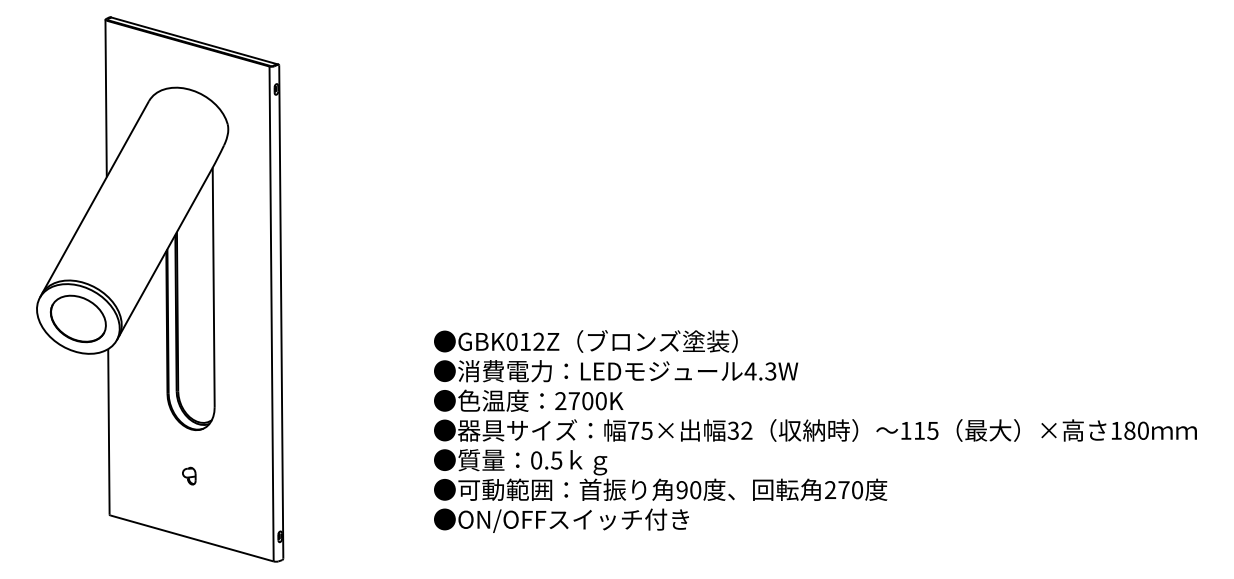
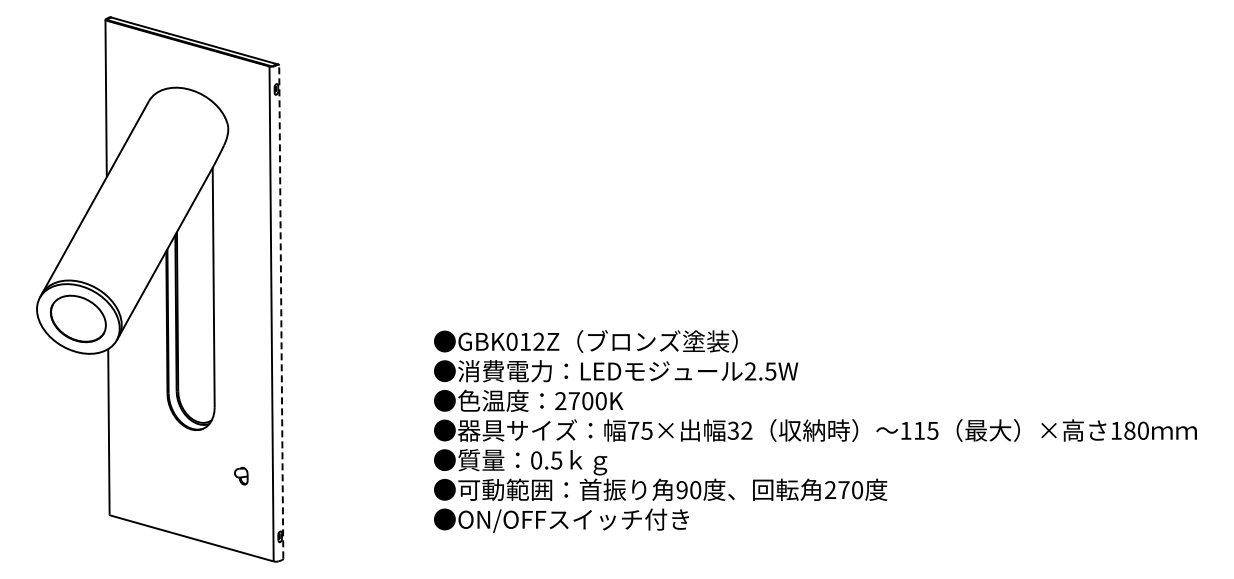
line at (281, 311): solid -> dashed
text at (760, 371): 4.3W -> 2.5W
part at (189, 475) position: (189, 475) -> (241, 475)
